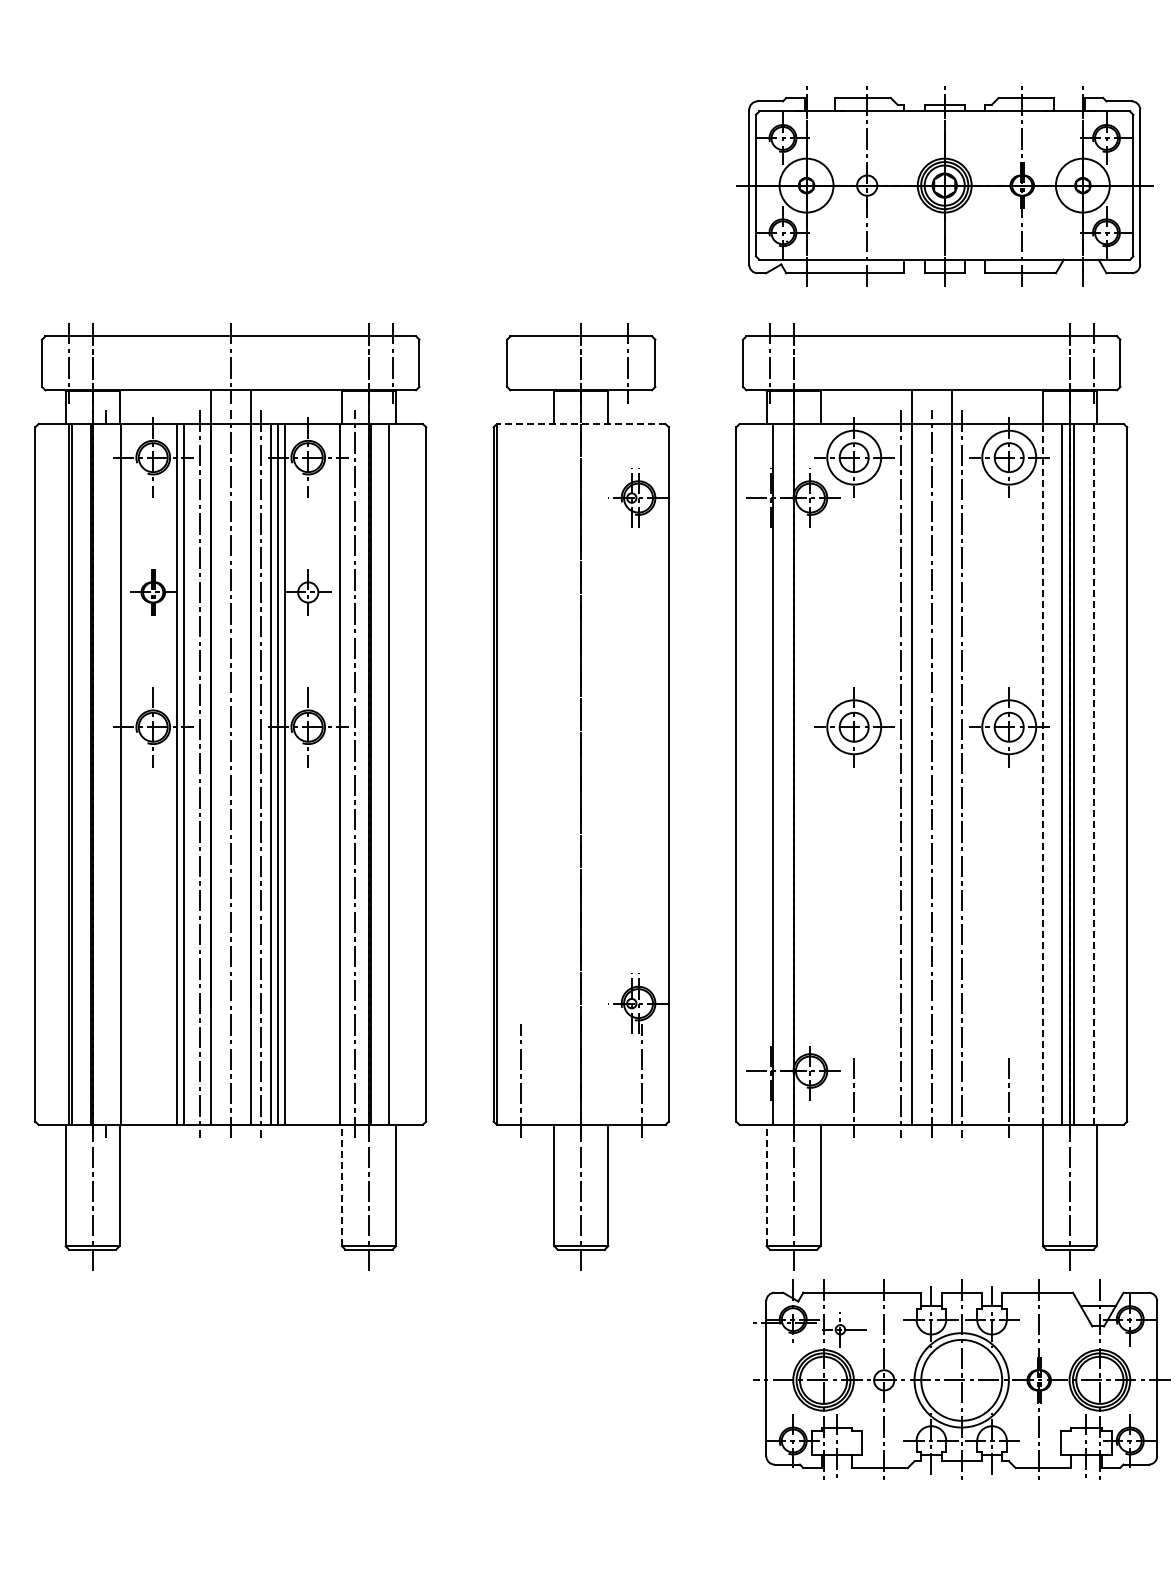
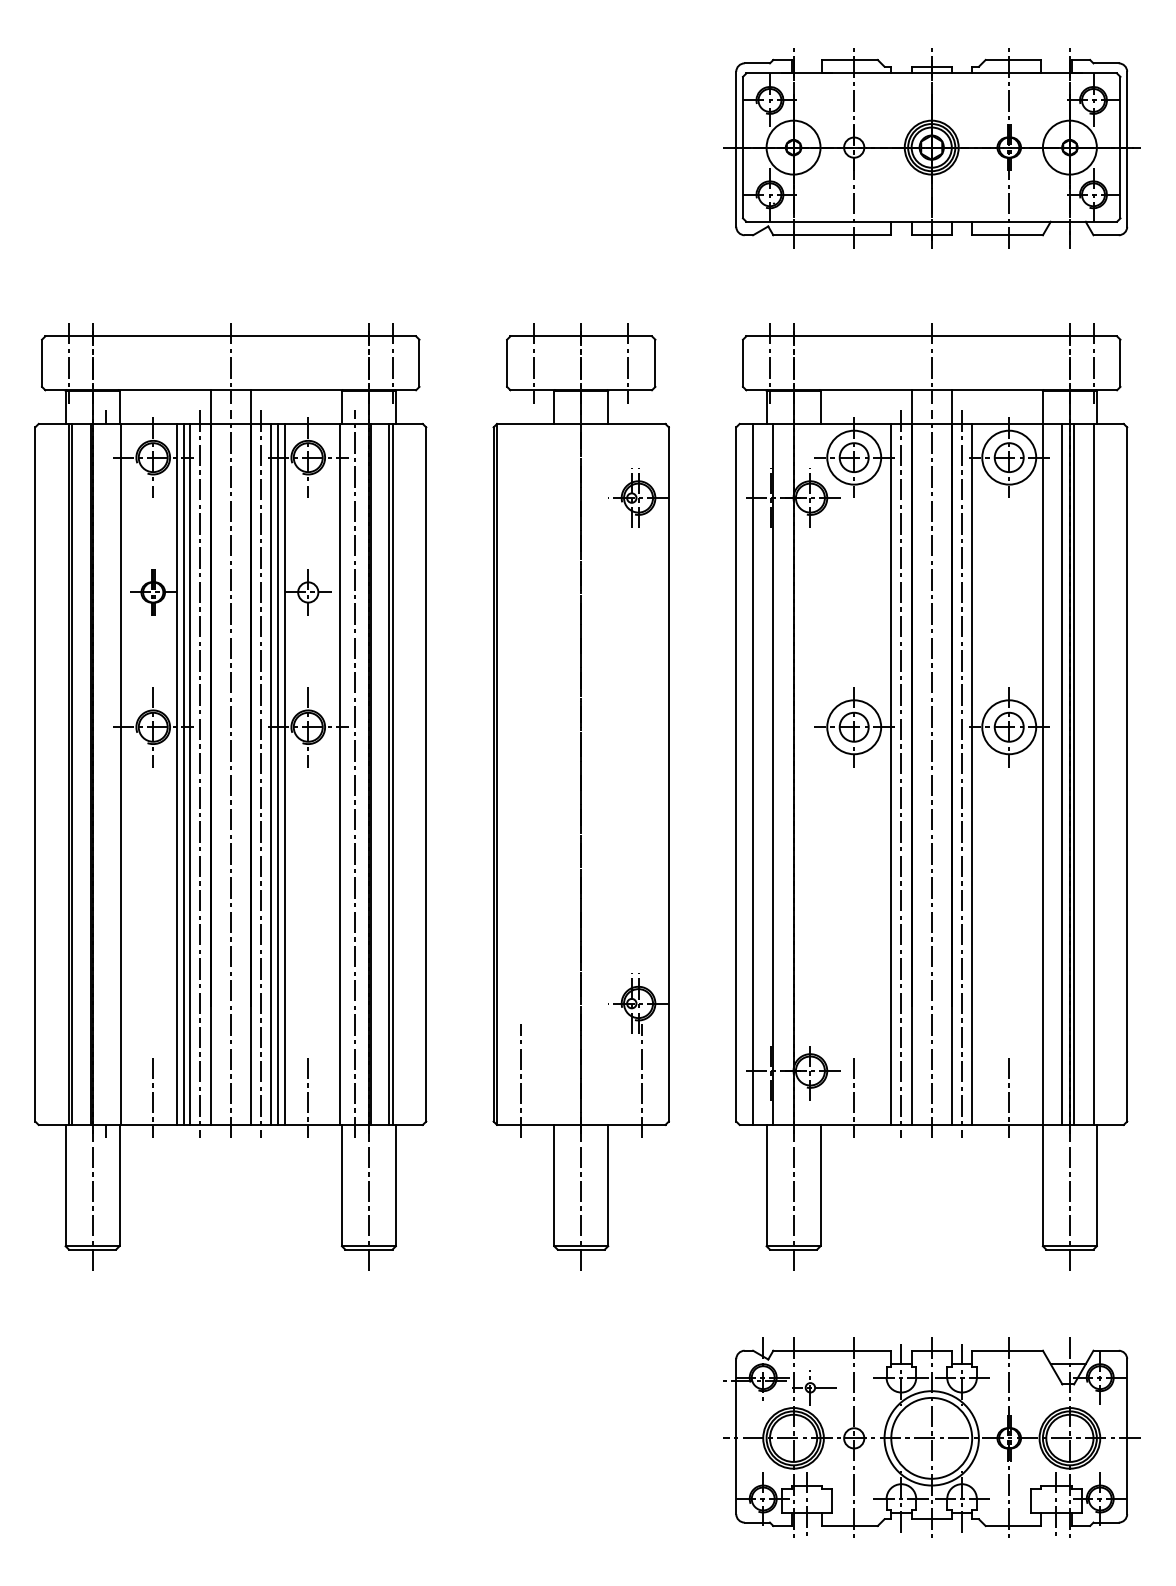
part at (944, 186) position: (944, 186) -> (931, 148)
line at (534, 362): none -> present
line at (931, 362): none -> present
line at (580, 423): dashed -> solid
line at (190, 773): none -> present
line at (392, 773): none -> present
line at (753, 773): none -> present
line at (891, 773): none -> present
line at (972, 773): none -> present
line at (1042, 773): dashed -> solid
line at (1093, 773): dashed -> solid
line at (153, 1097): none -> present
line at (308, 1097): none -> present
line at (341, 1185): dashed -> solid
line at (766, 1185): dashed -> solid
part at (961, 1379) position: (961, 1379) -> (931, 1437)
